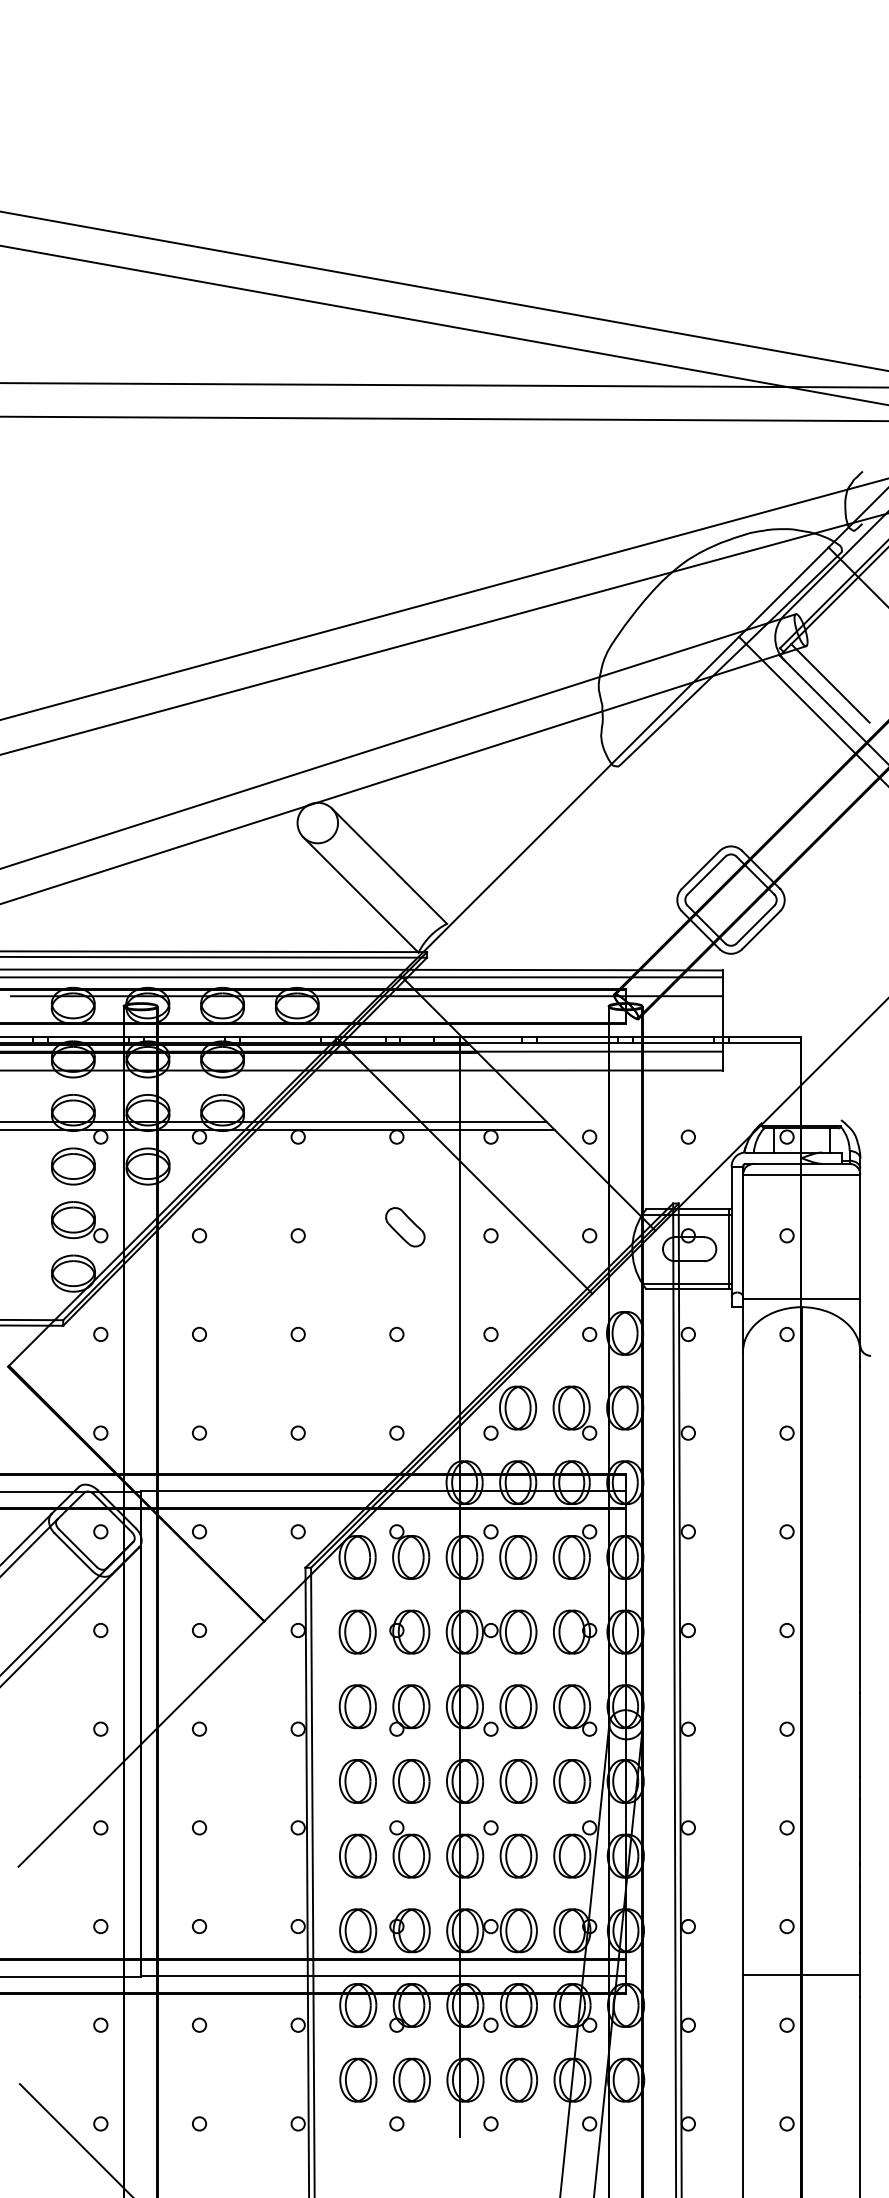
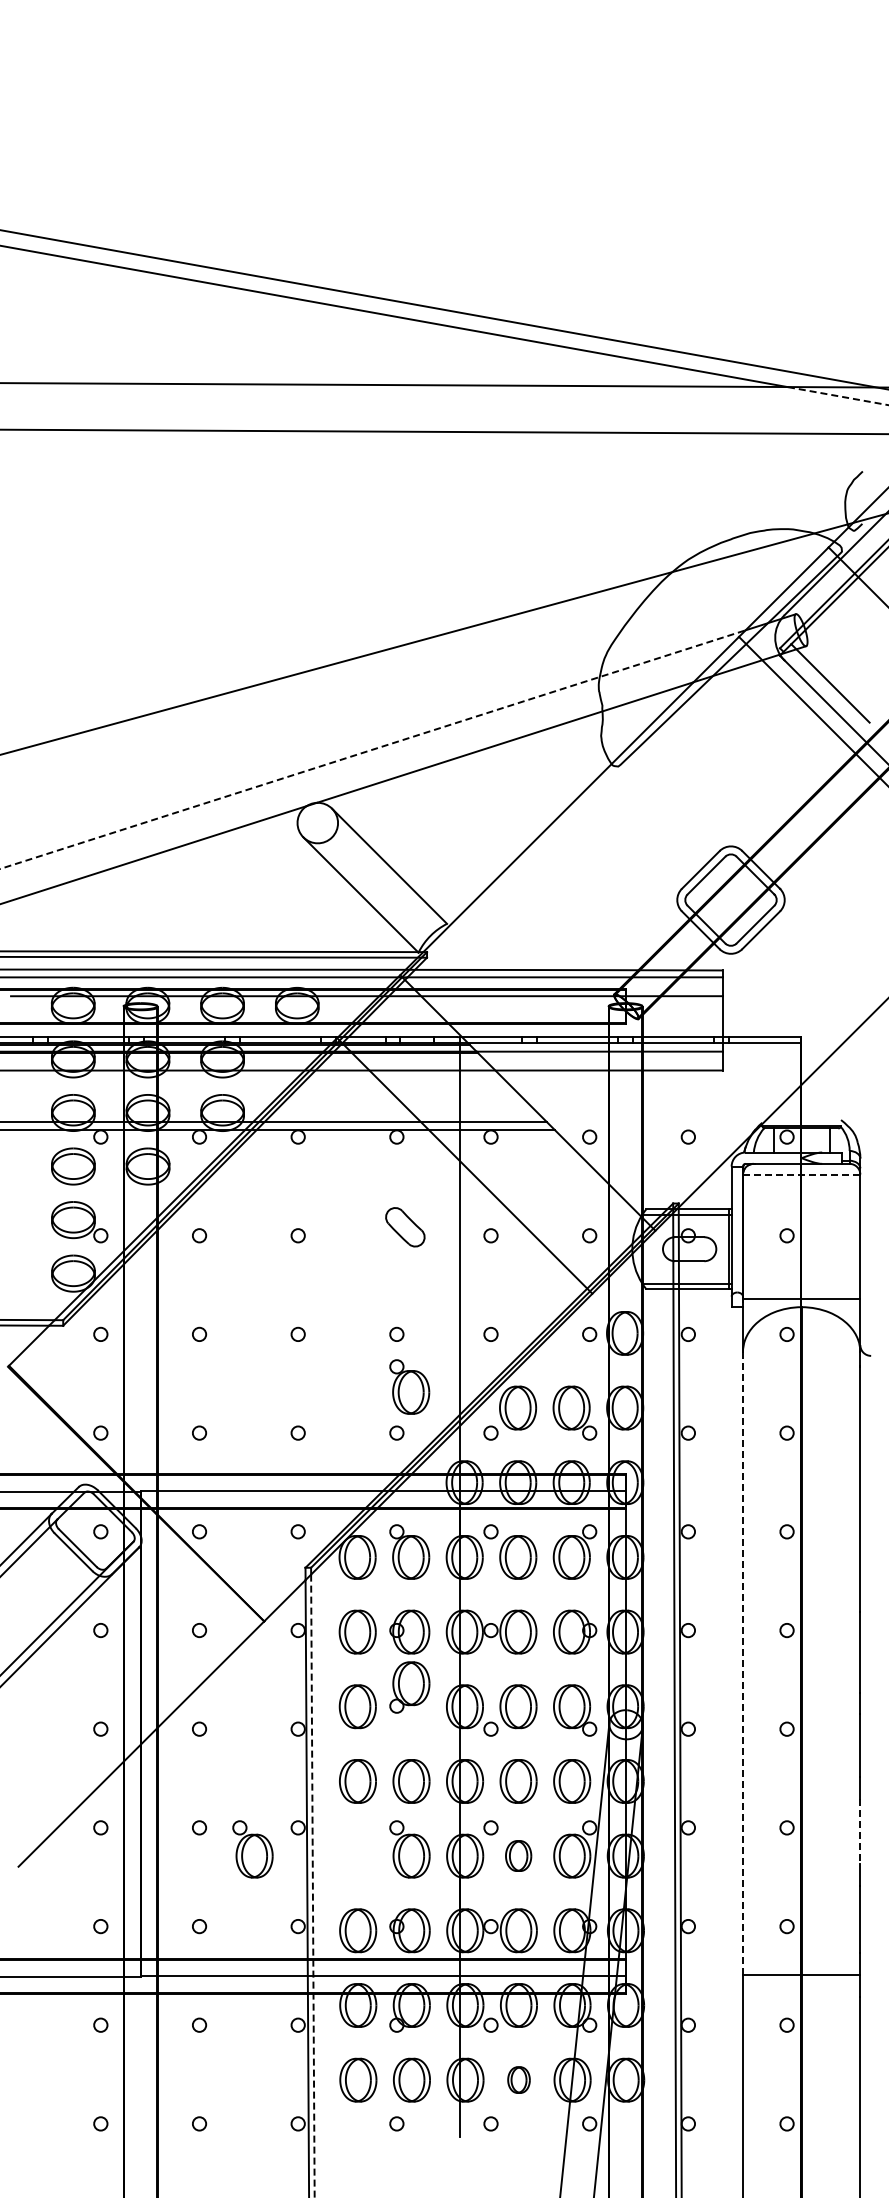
line at (443, 290) position: (443, 290) -> (443, 309)
line at (837, 396): solid -> dashed
line at (443, 418) position: (443, 418) -> (443, 431)
line at (443, 599): present -> none
line at (373, 749): solid -> dashed
line at (801, 1174): solid -> dashed
part at (409, 1386): none -> present
line at (743, 1663): solid -> dashed
part at (409, 1710) position: (409, 1710) -> (409, 1687)
line at (860, 1831): solid -> dashed
part at (252, 1849): none -> present
part at (357, 1855): present -> none
part at (518, 1855) size: 39x46 px -> 28x32 px
line at (312, 1886): solid -> dashed
part at (518, 2079) size: 38x46 px -> 24x28 px
line at (74, 2139): present -> none
